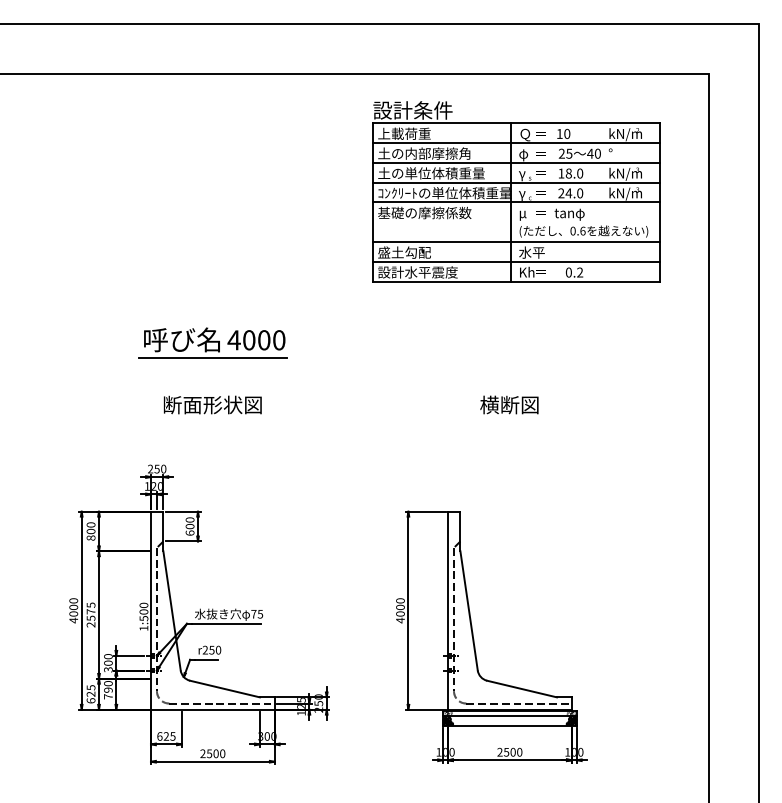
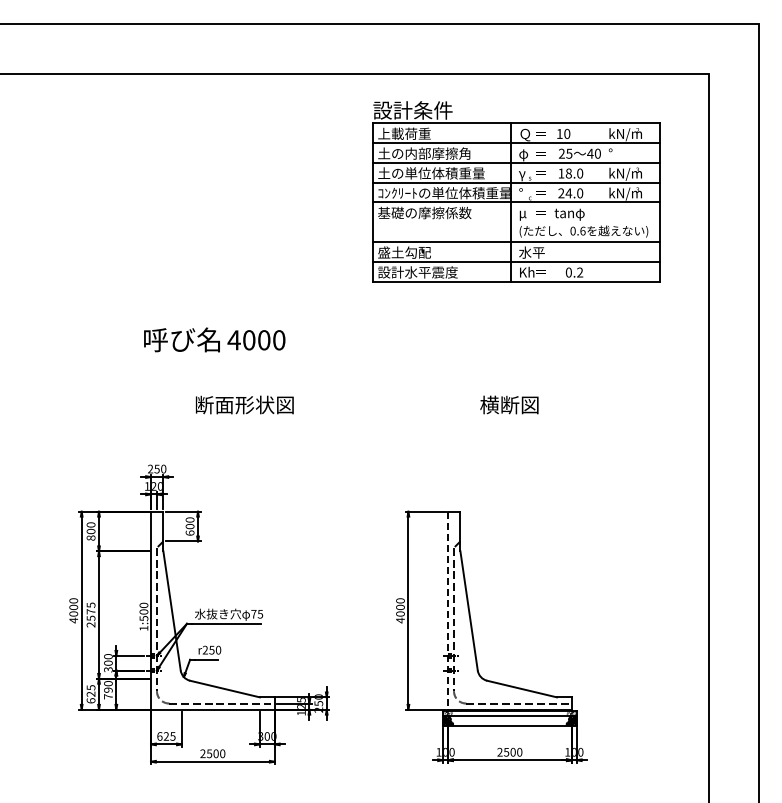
text at (522, 194): γ -> °
line at (212, 358): present -> none
text at (212, 404) position: (212, 404) -> (244, 404)
line at (448, 611): solid -> dashed
